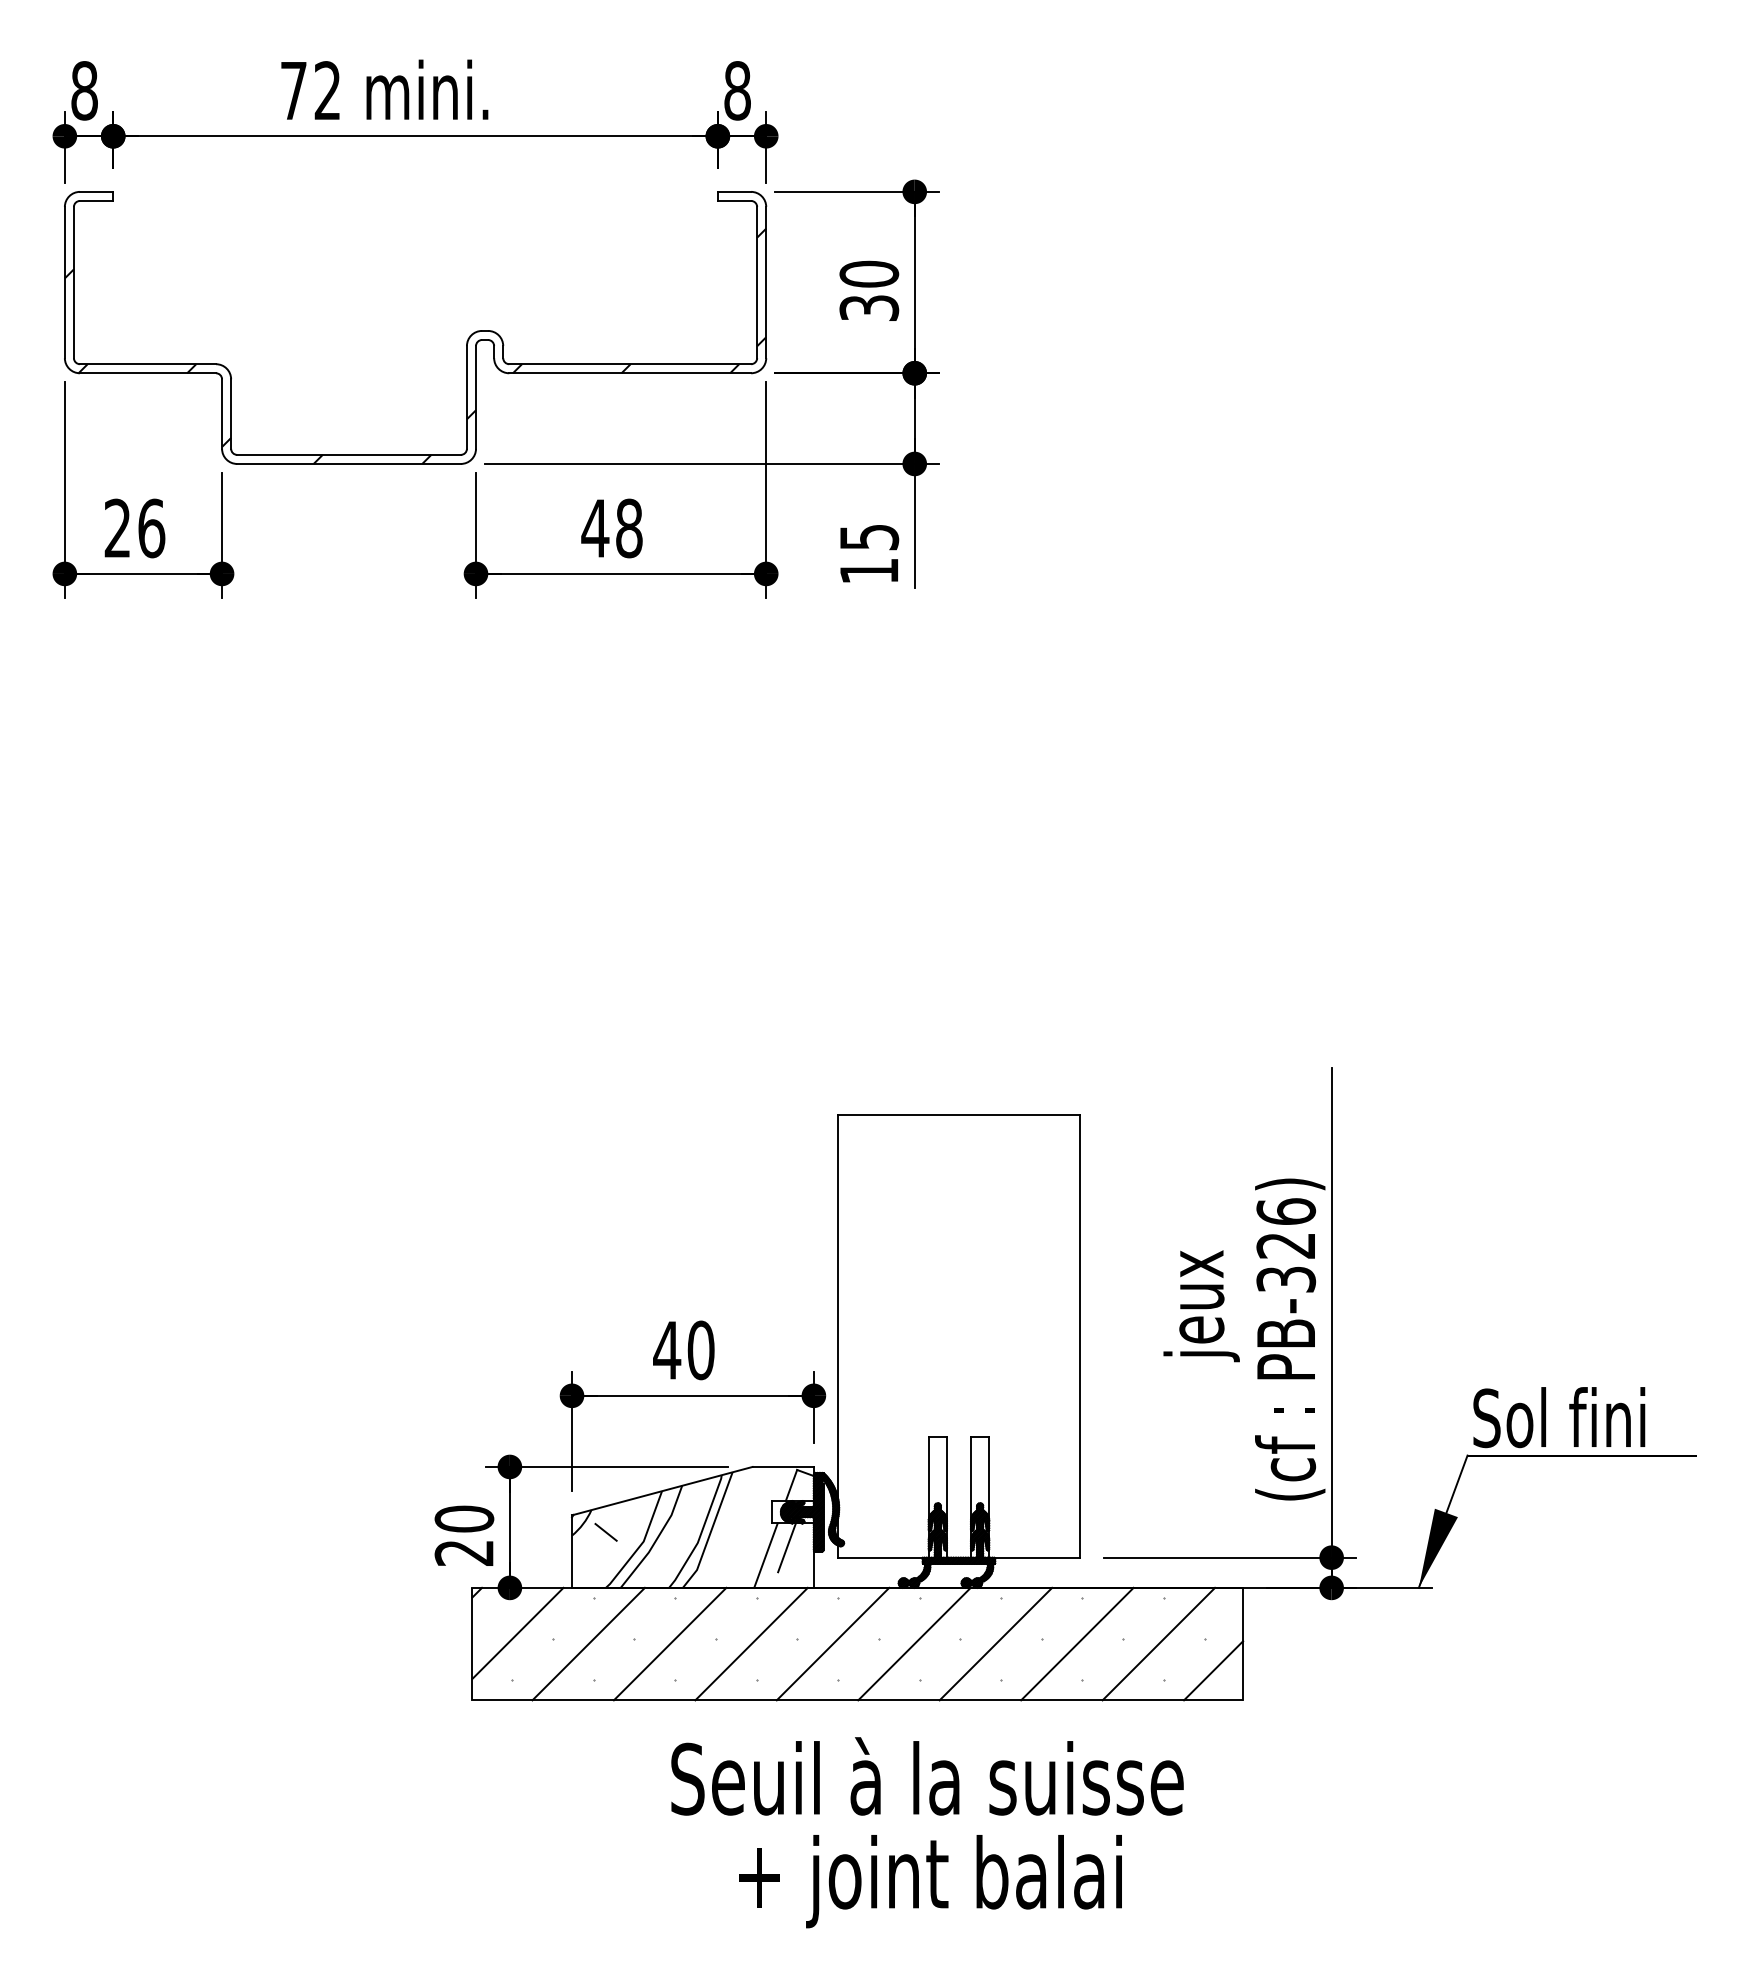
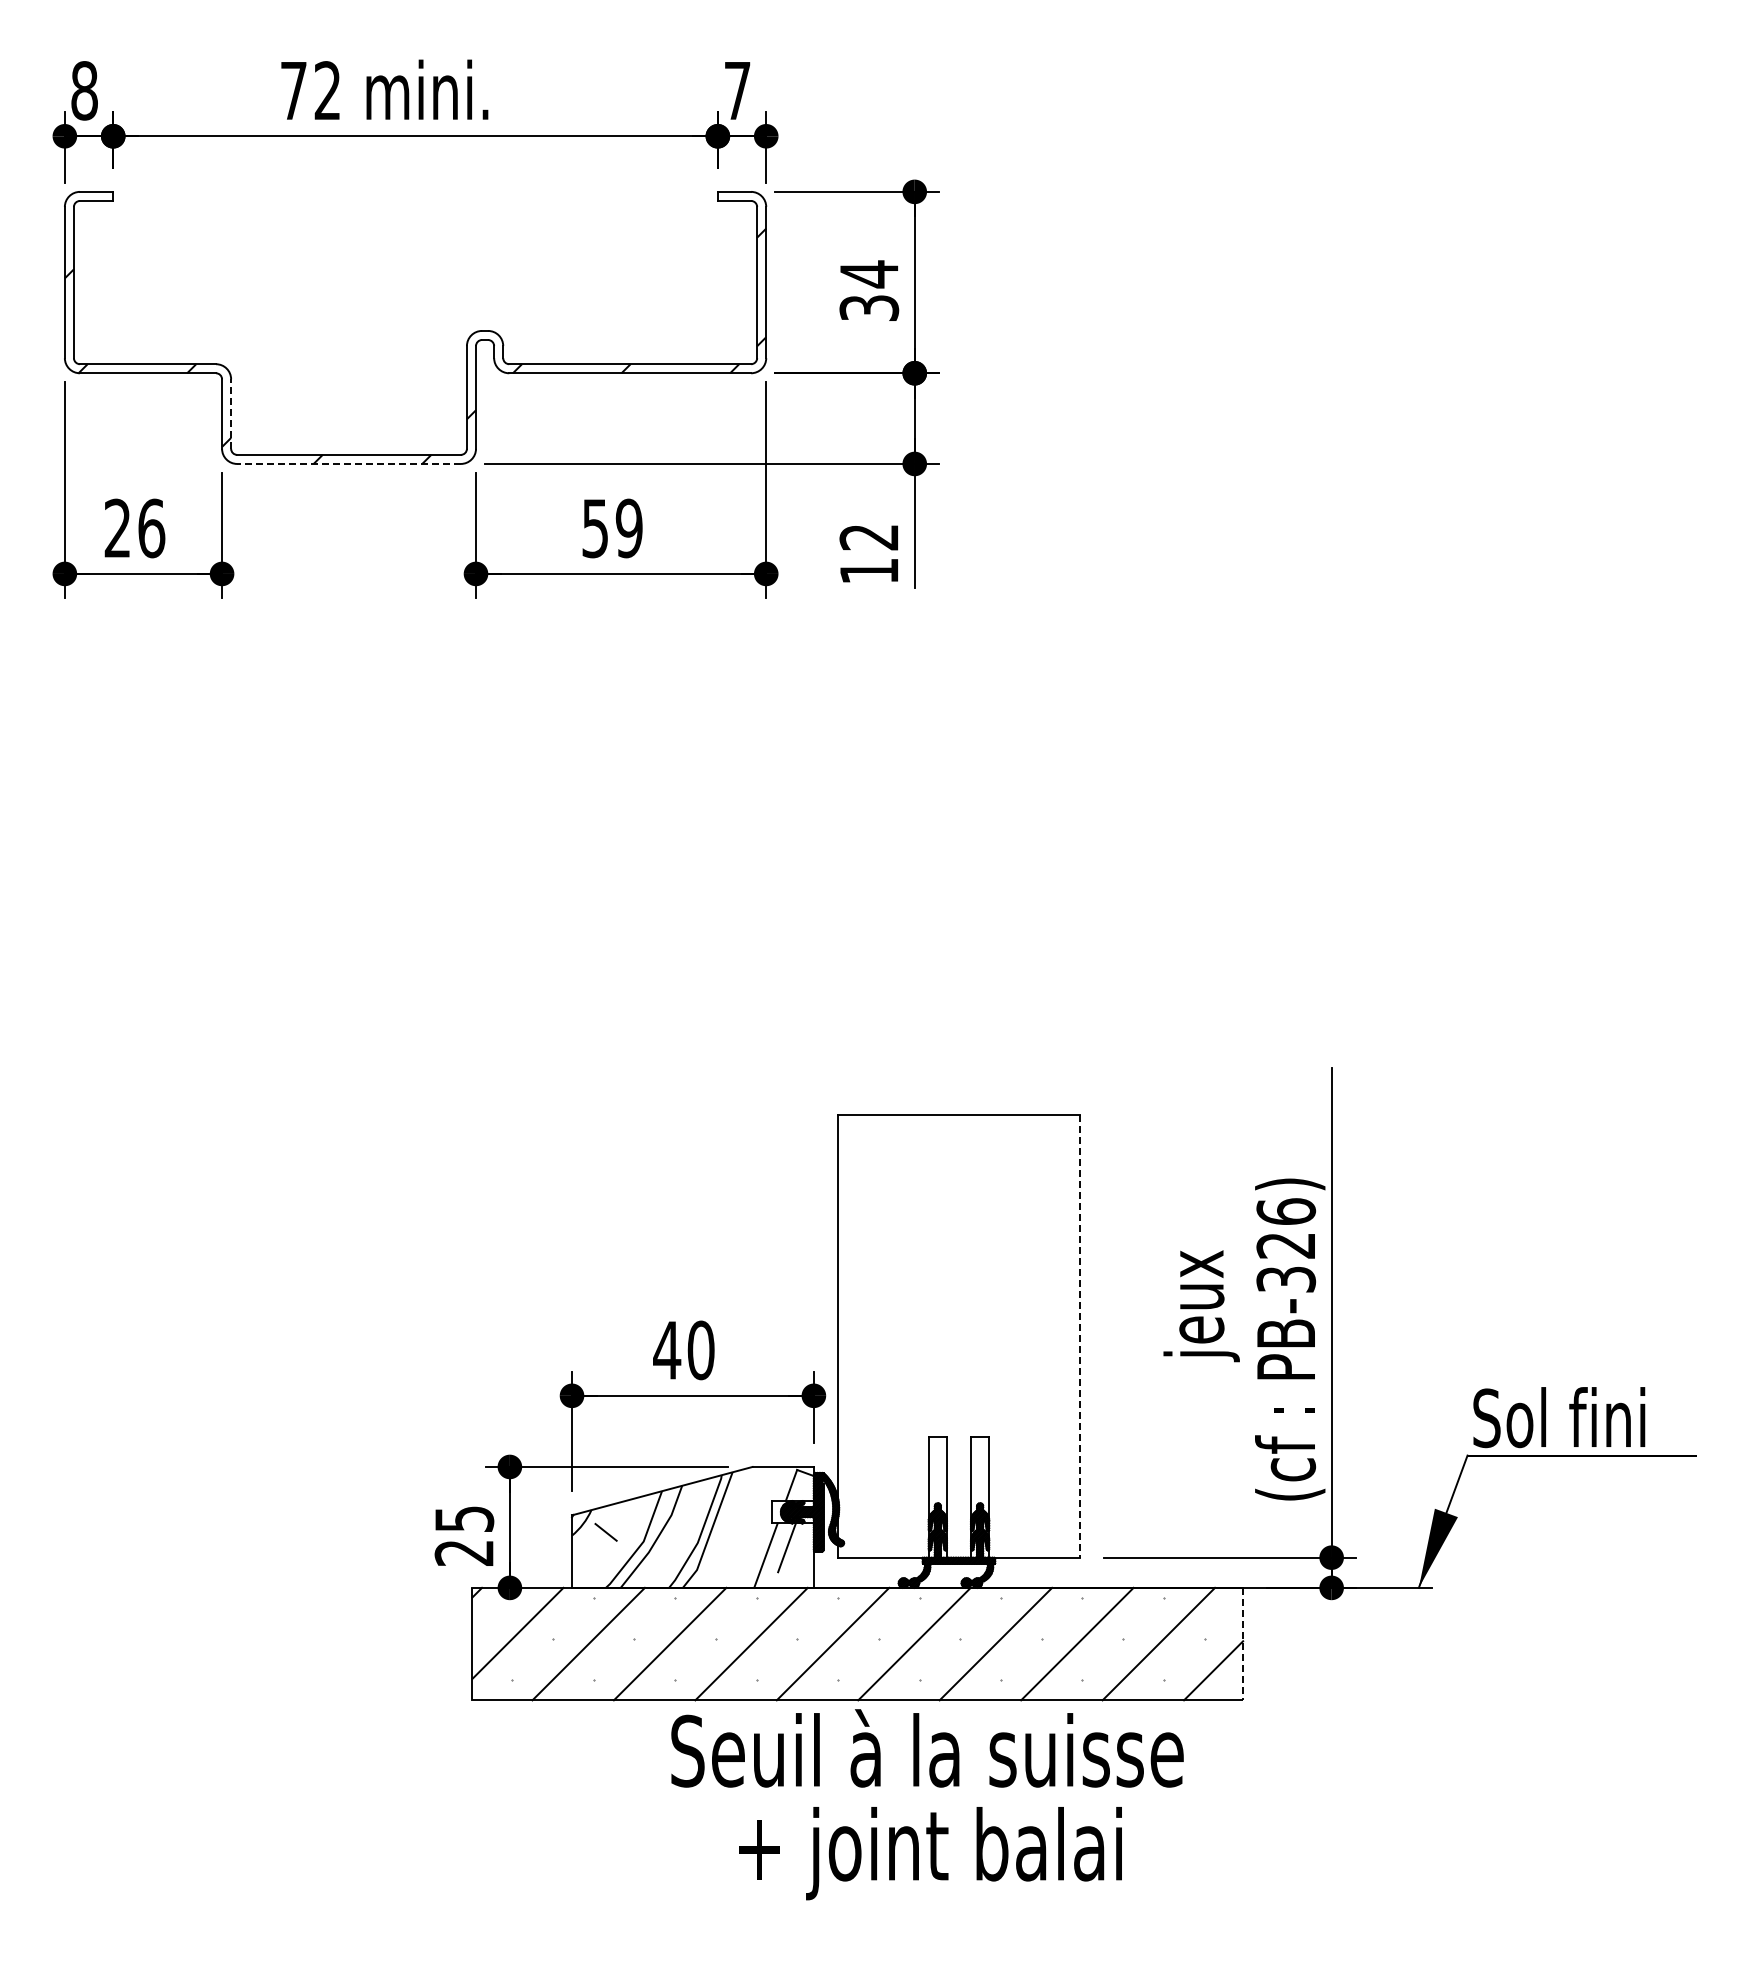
text at (737, 90): 8 -> 7
text at (869, 274): 30 -> 34
line at (231, 414): solid -> dashed
line at (349, 463): solid -> dashed
text at (611, 528): 48 -> 59
text at (869, 537): 15 -> 12
line at (1079, 1336): solid -> dashed
text at (464, 1518): 20 -> 25
line at (1243, 1644): solid -> dashed
text at (927, 1832) position: (927, 1832) -> (927, 1804)
